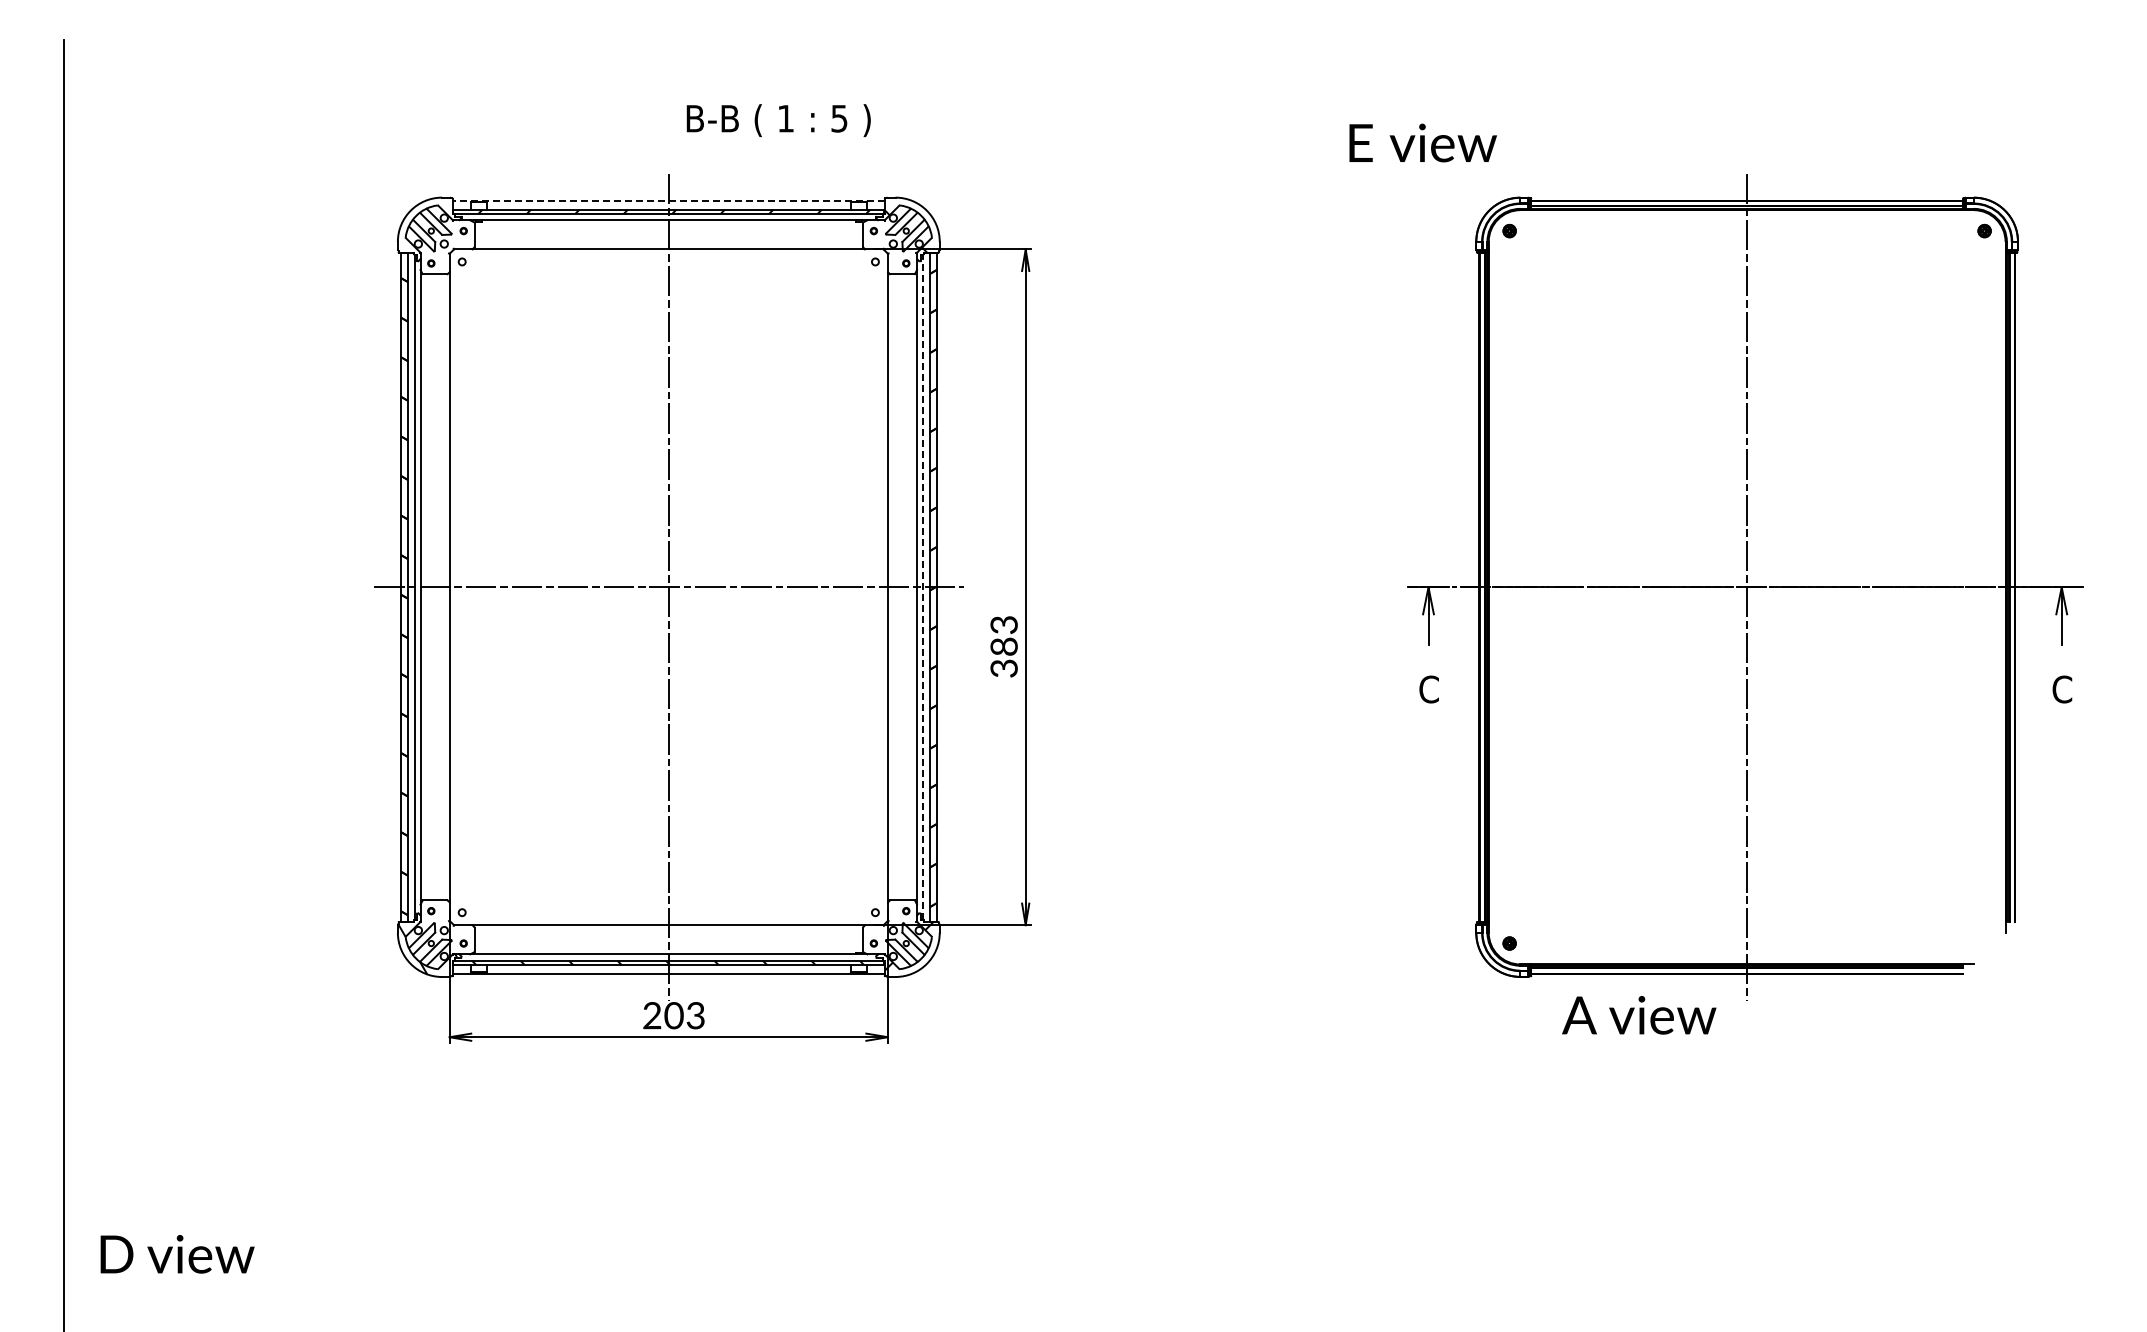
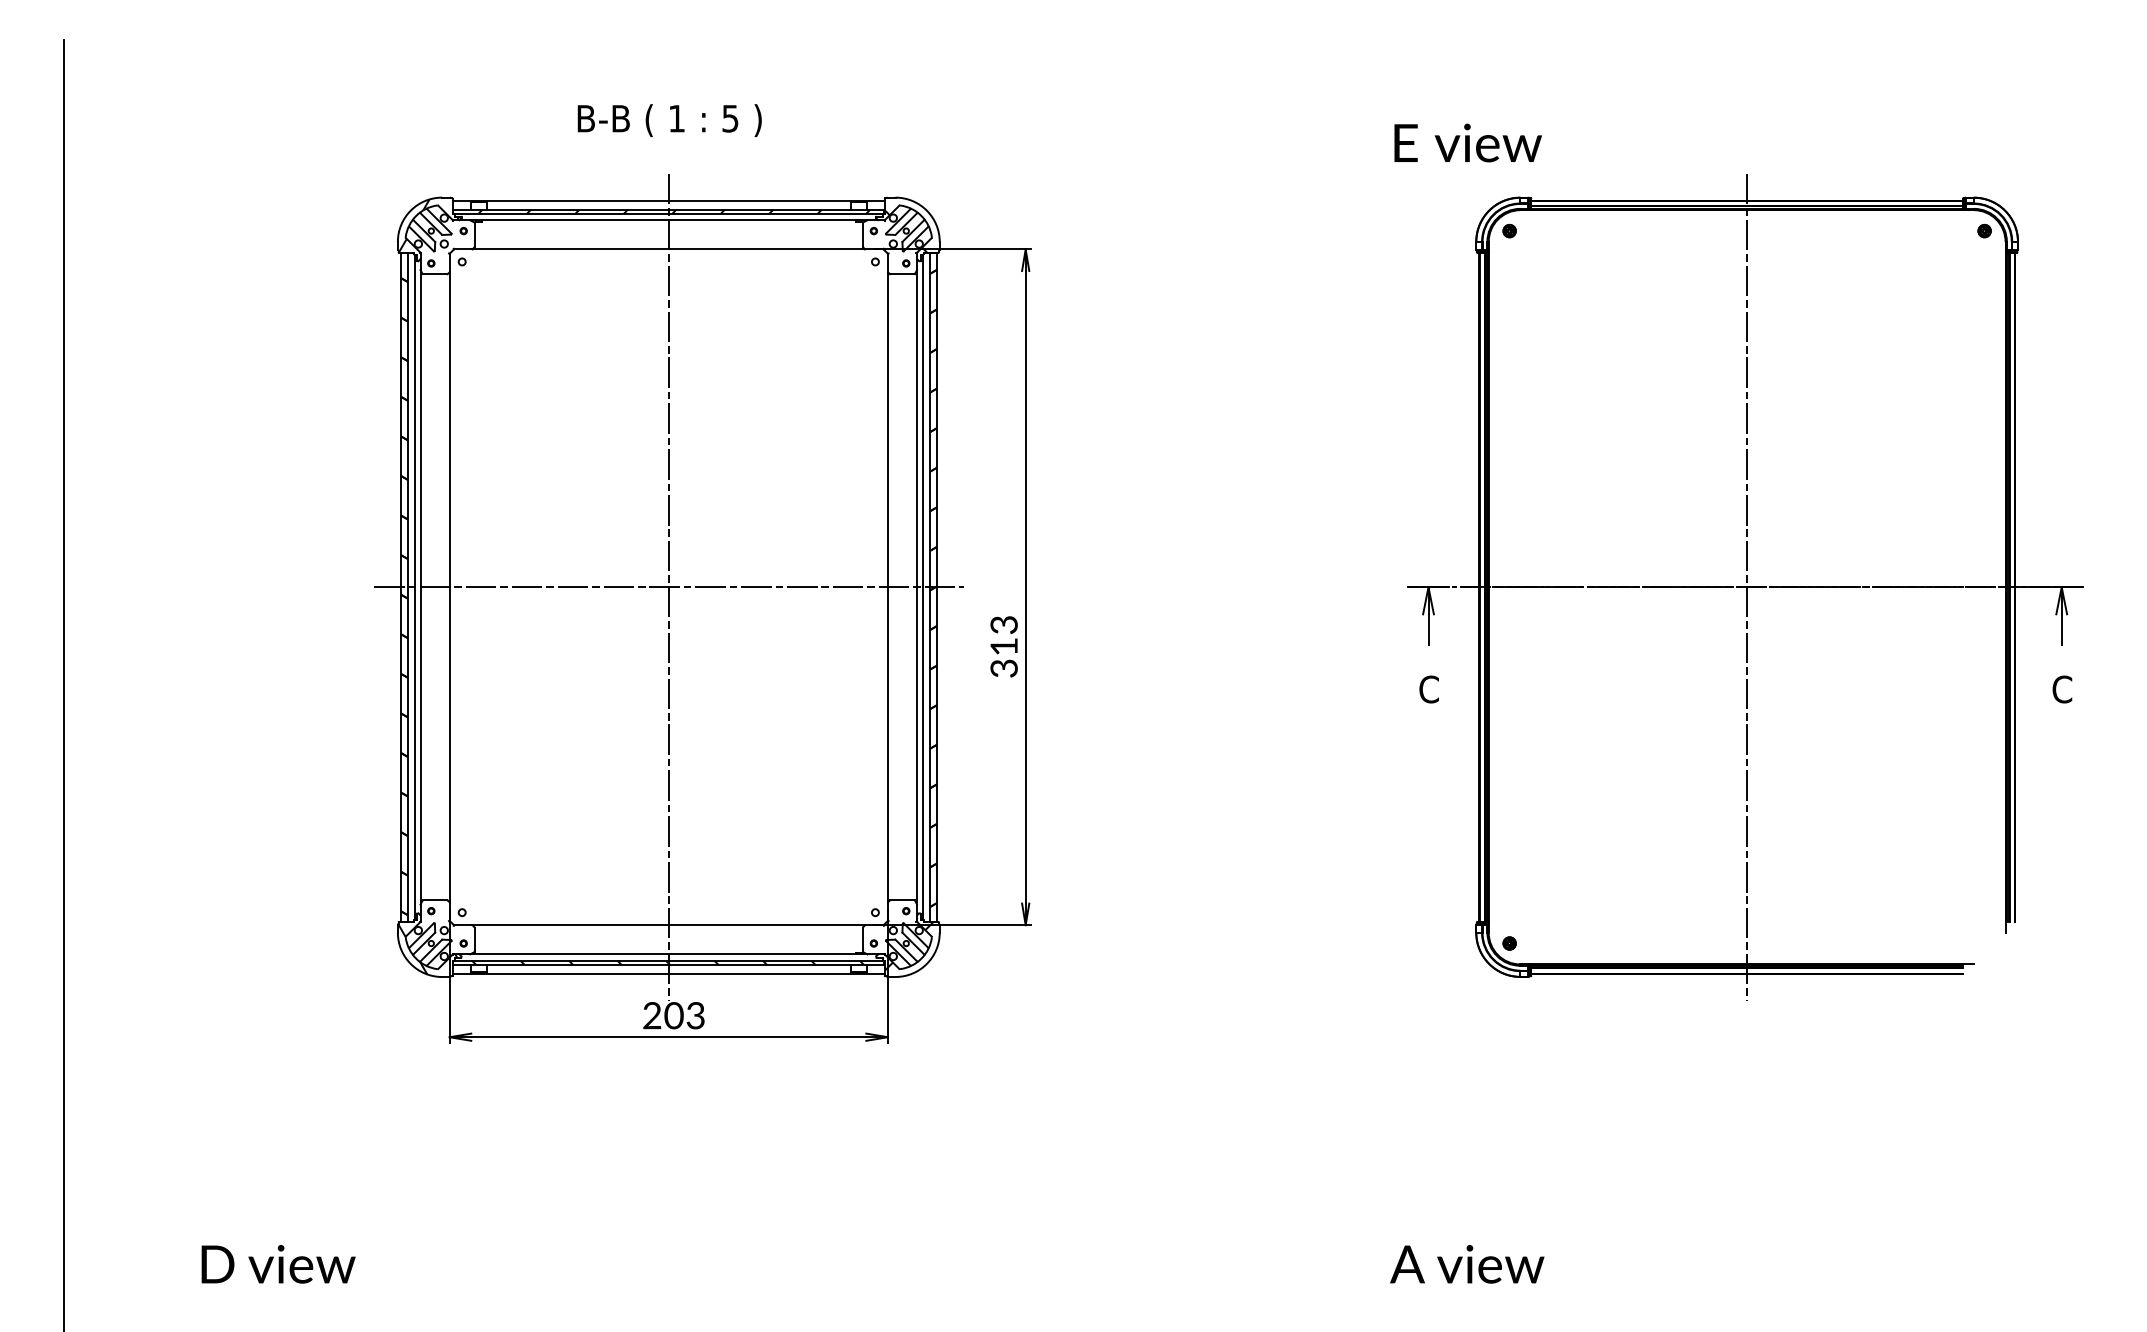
text at (778, 120) position: (778, 120) -> (669, 120)
text at (1422, 142) position: (1422, 142) -> (1467, 142)
line at (668, 200): dashed -> solid
hatch at (428, 225): none -> present
line at (922, 586): dashed -> solid
text at (1003, 646): 383 -> 313
text at (1639, 1015) position: (1639, 1015) -> (1467, 1264)
text at (177, 1254) position: (177, 1254) -> (278, 1264)
